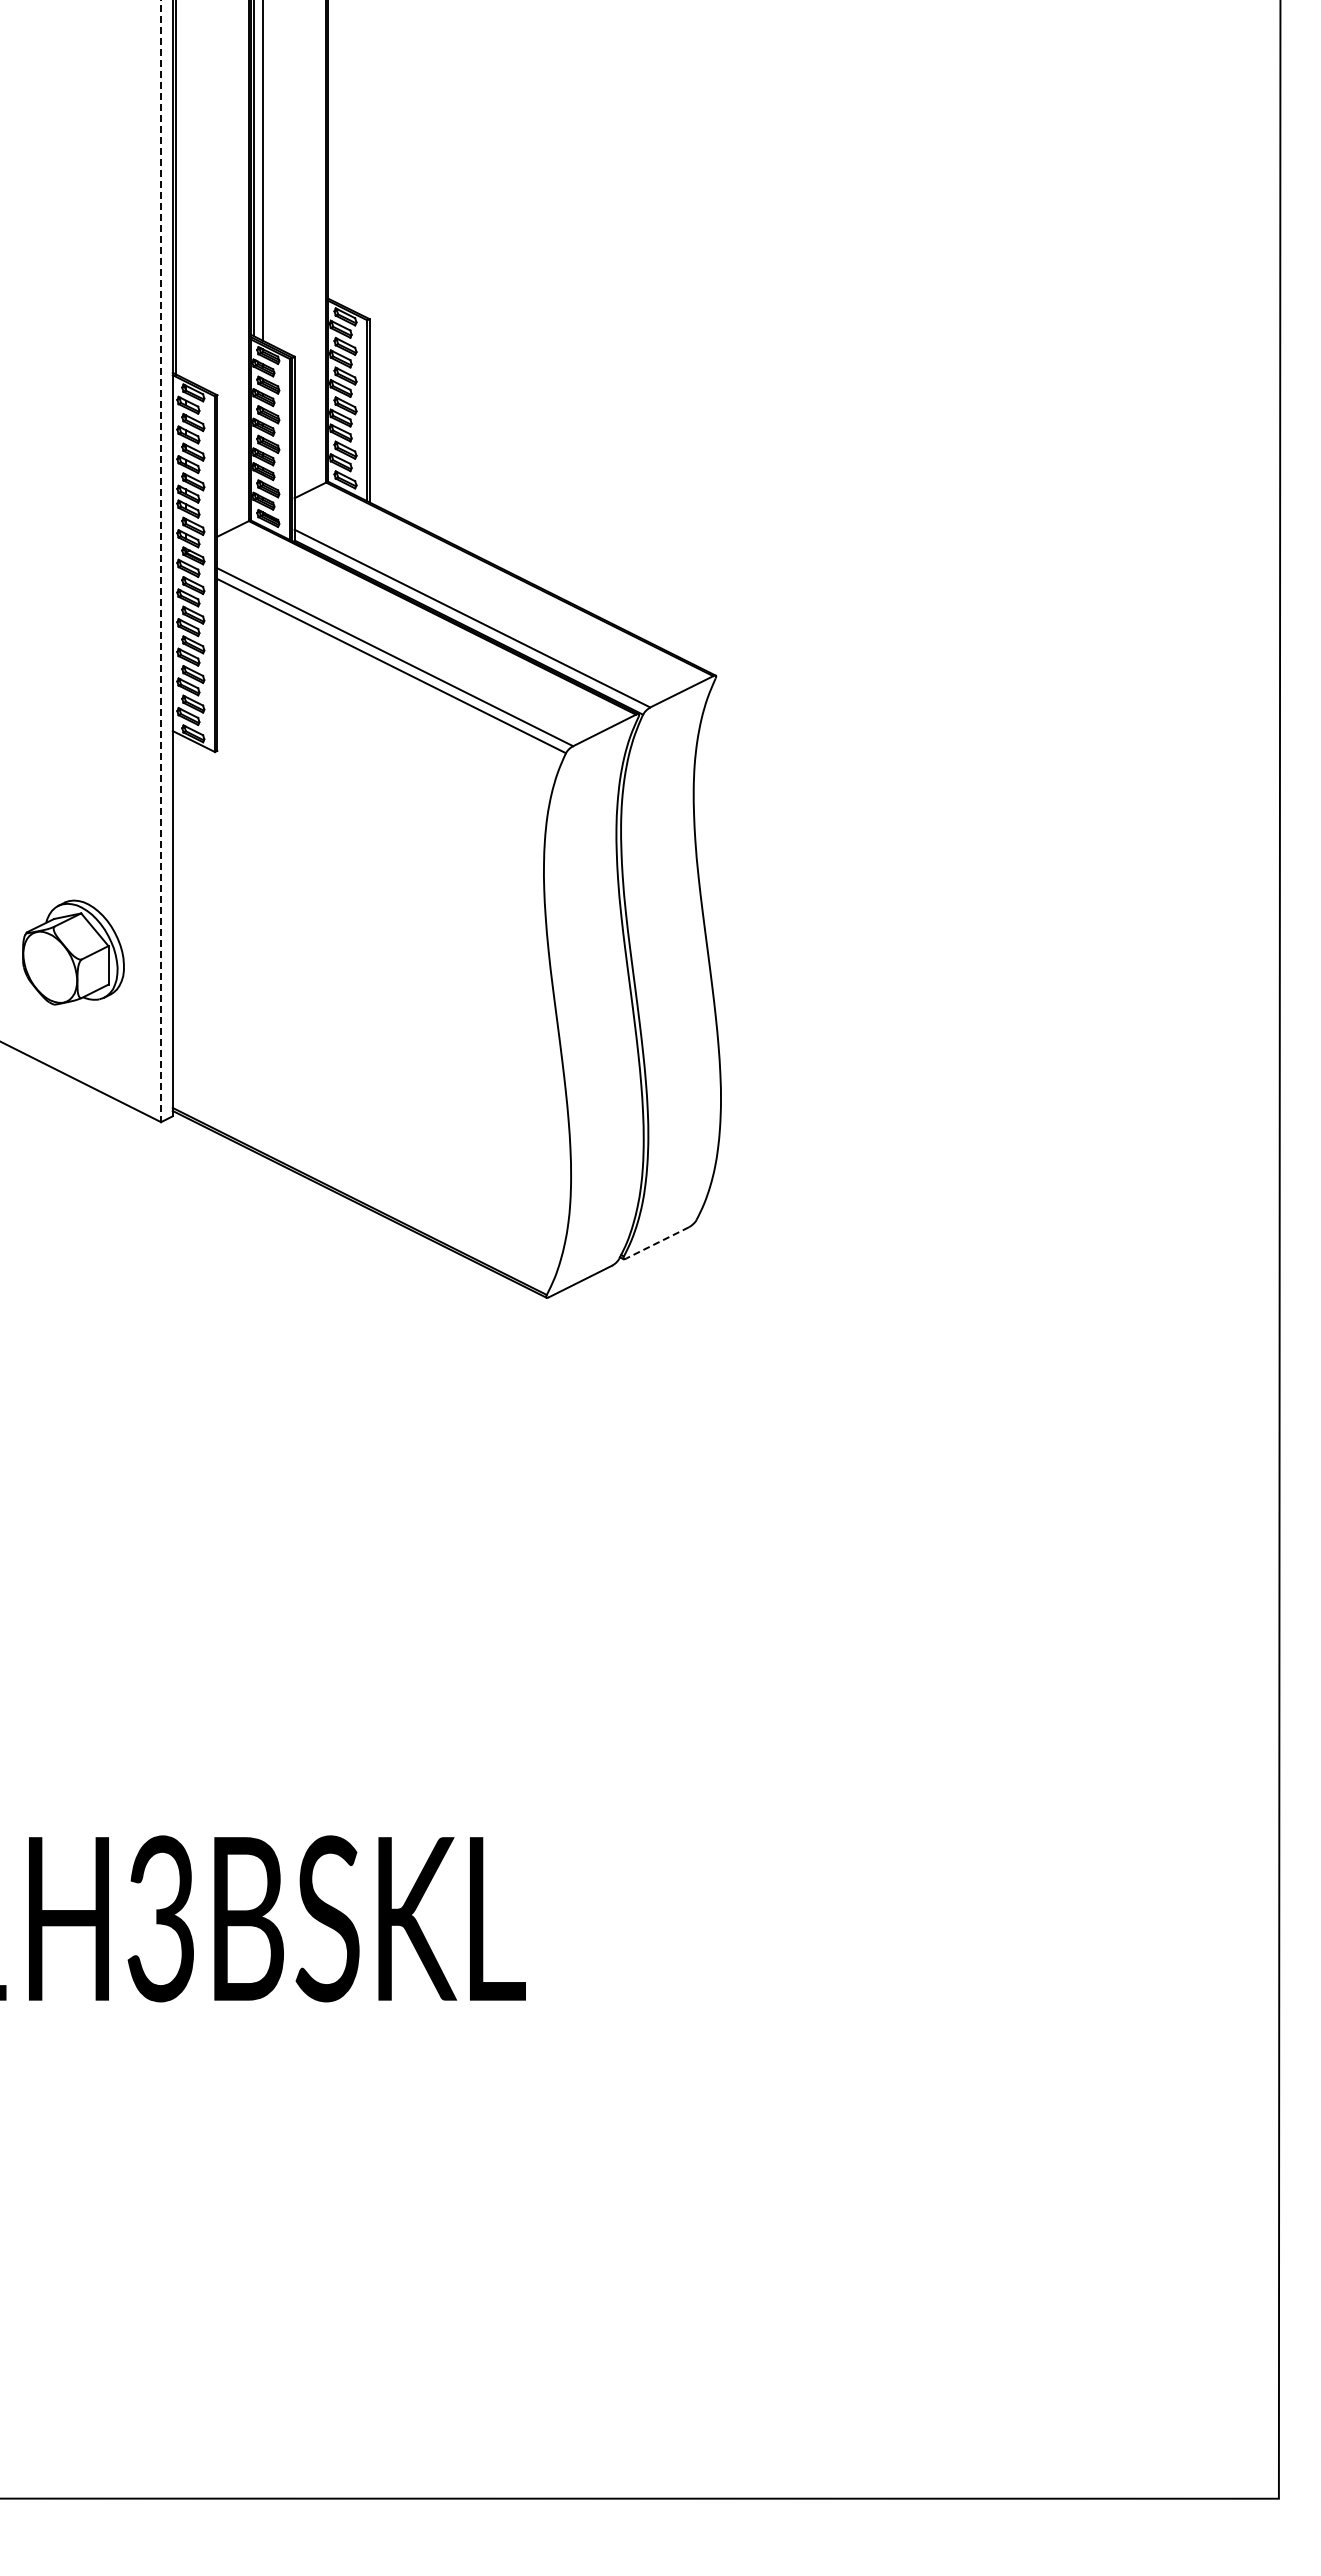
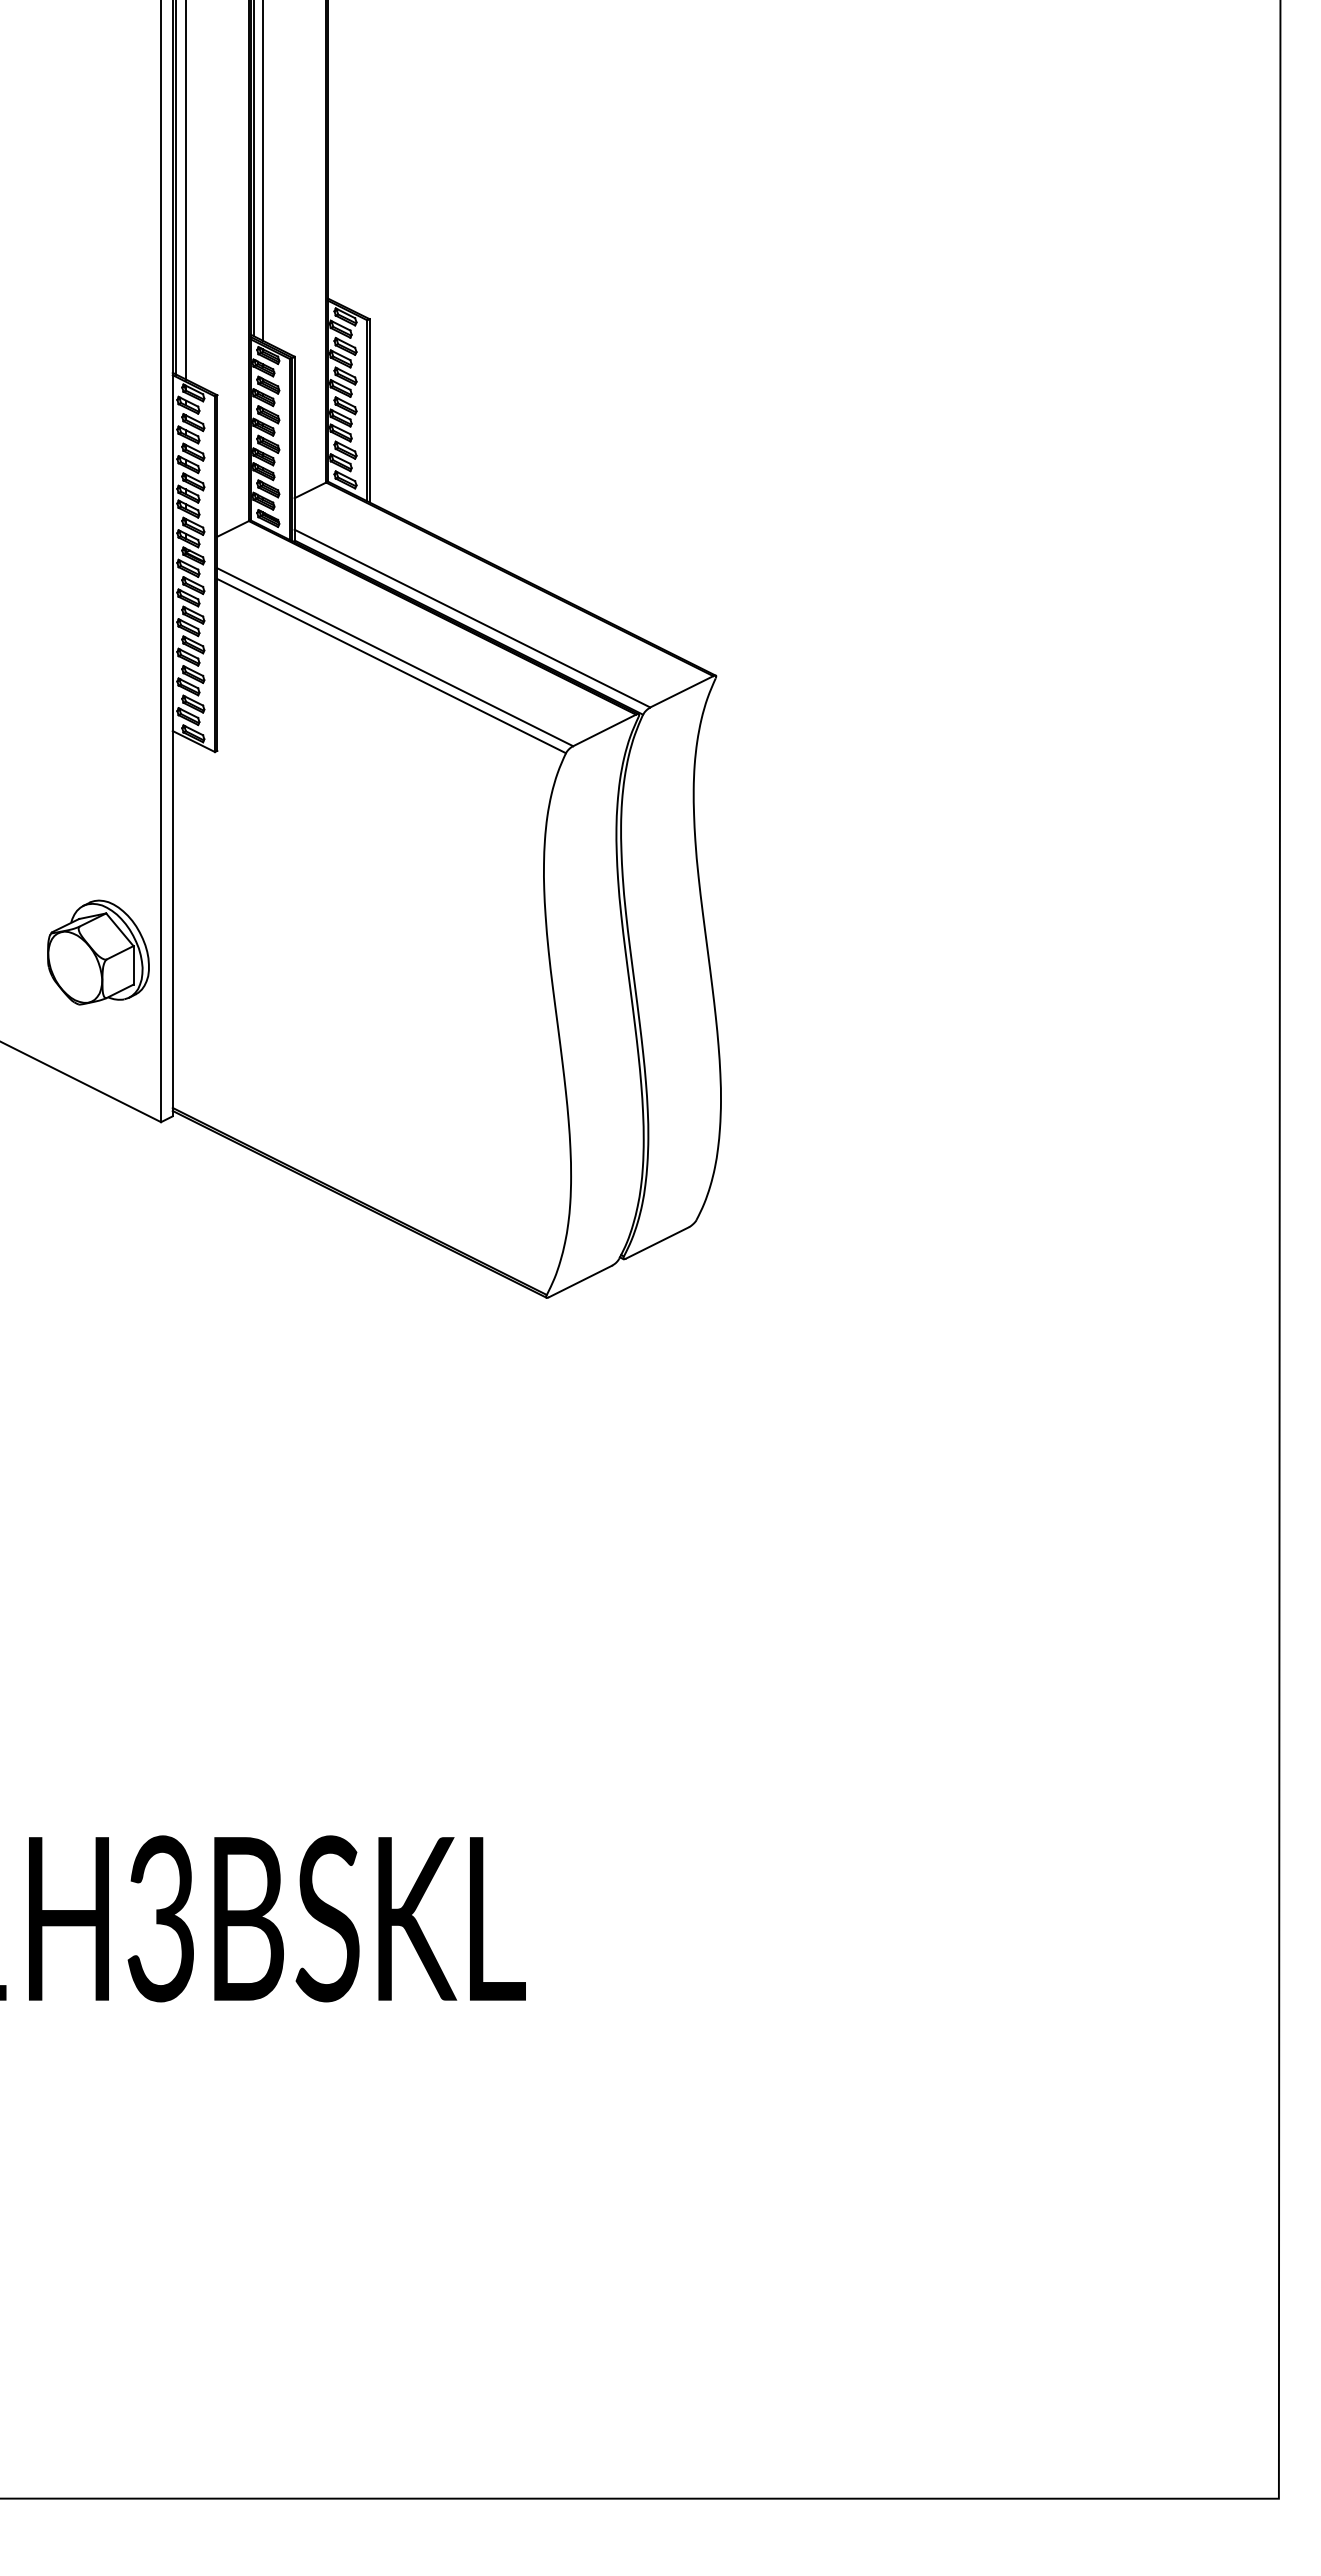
line at (185, 190): none -> present
line at (161, 561): dashed -> solid
part at (73, 952) position: (73, 952) -> (98, 952)
line at (657, 1243): dashed -> solid
